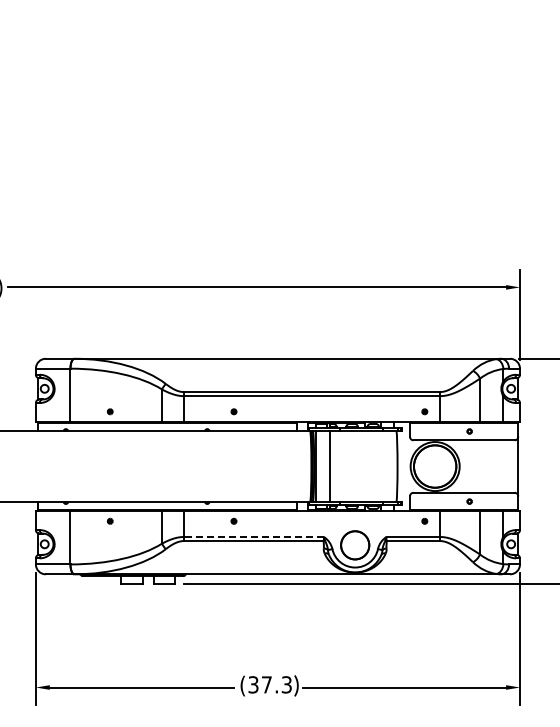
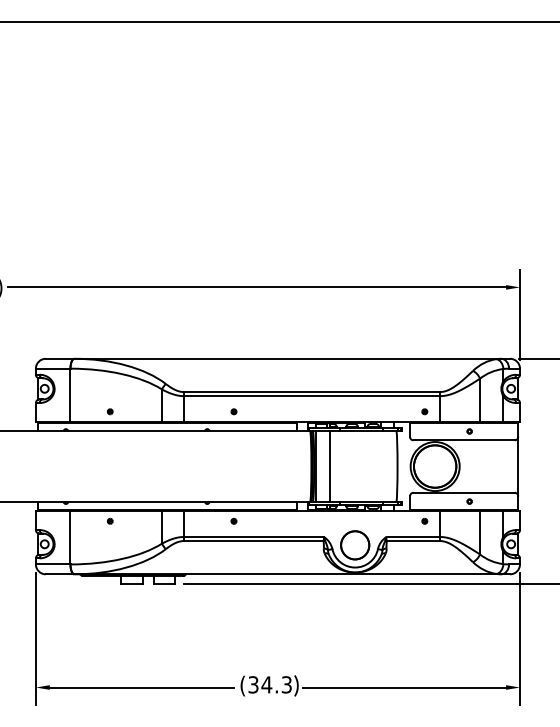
line at (279, 21): none -> present
line at (253, 536): dashed -> solid
text at (266, 684): (37.3 -> (34.3
